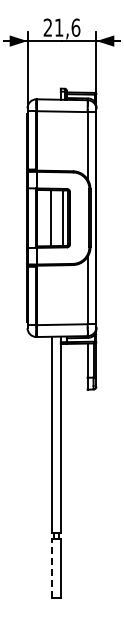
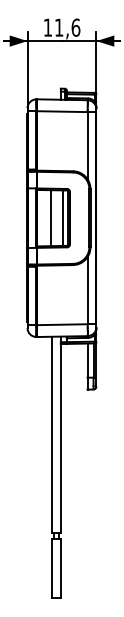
text at (47, 27): 21,6 -> 11,6
line at (51, 568): dashed -> solid
